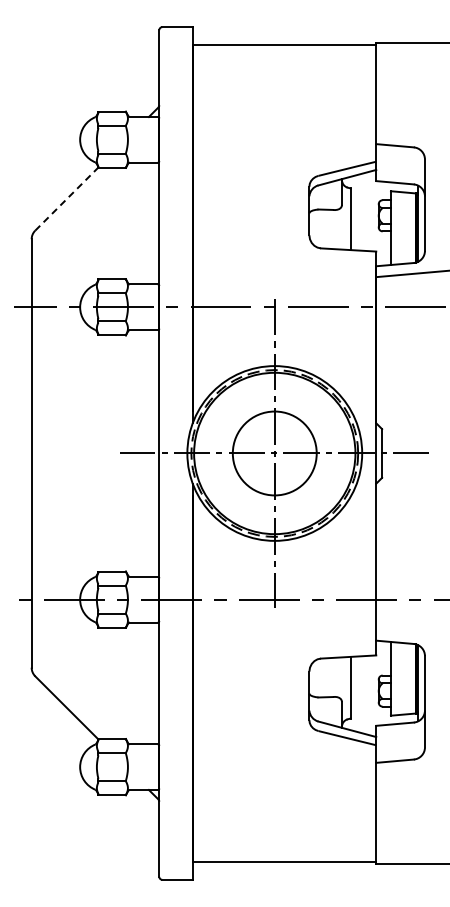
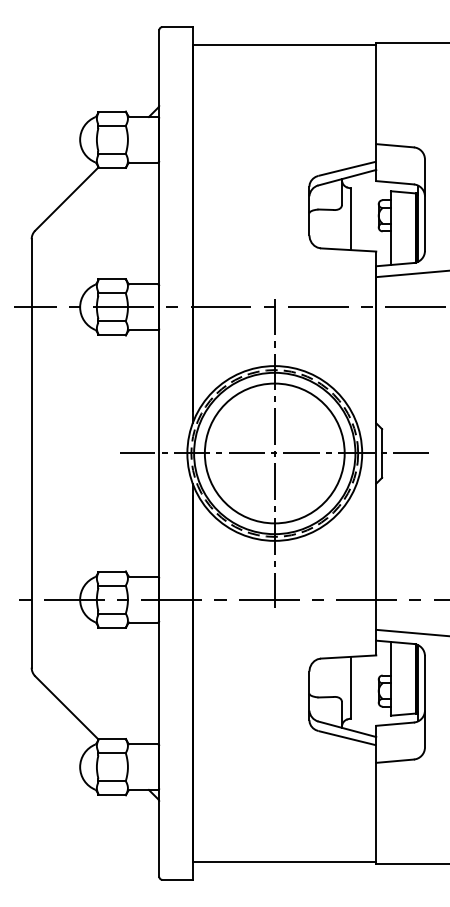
line at (66, 199): dashed -> solid
circle at (274, 453) diameter: 84 px -> 140 px
line at (411, 632): none -> present
